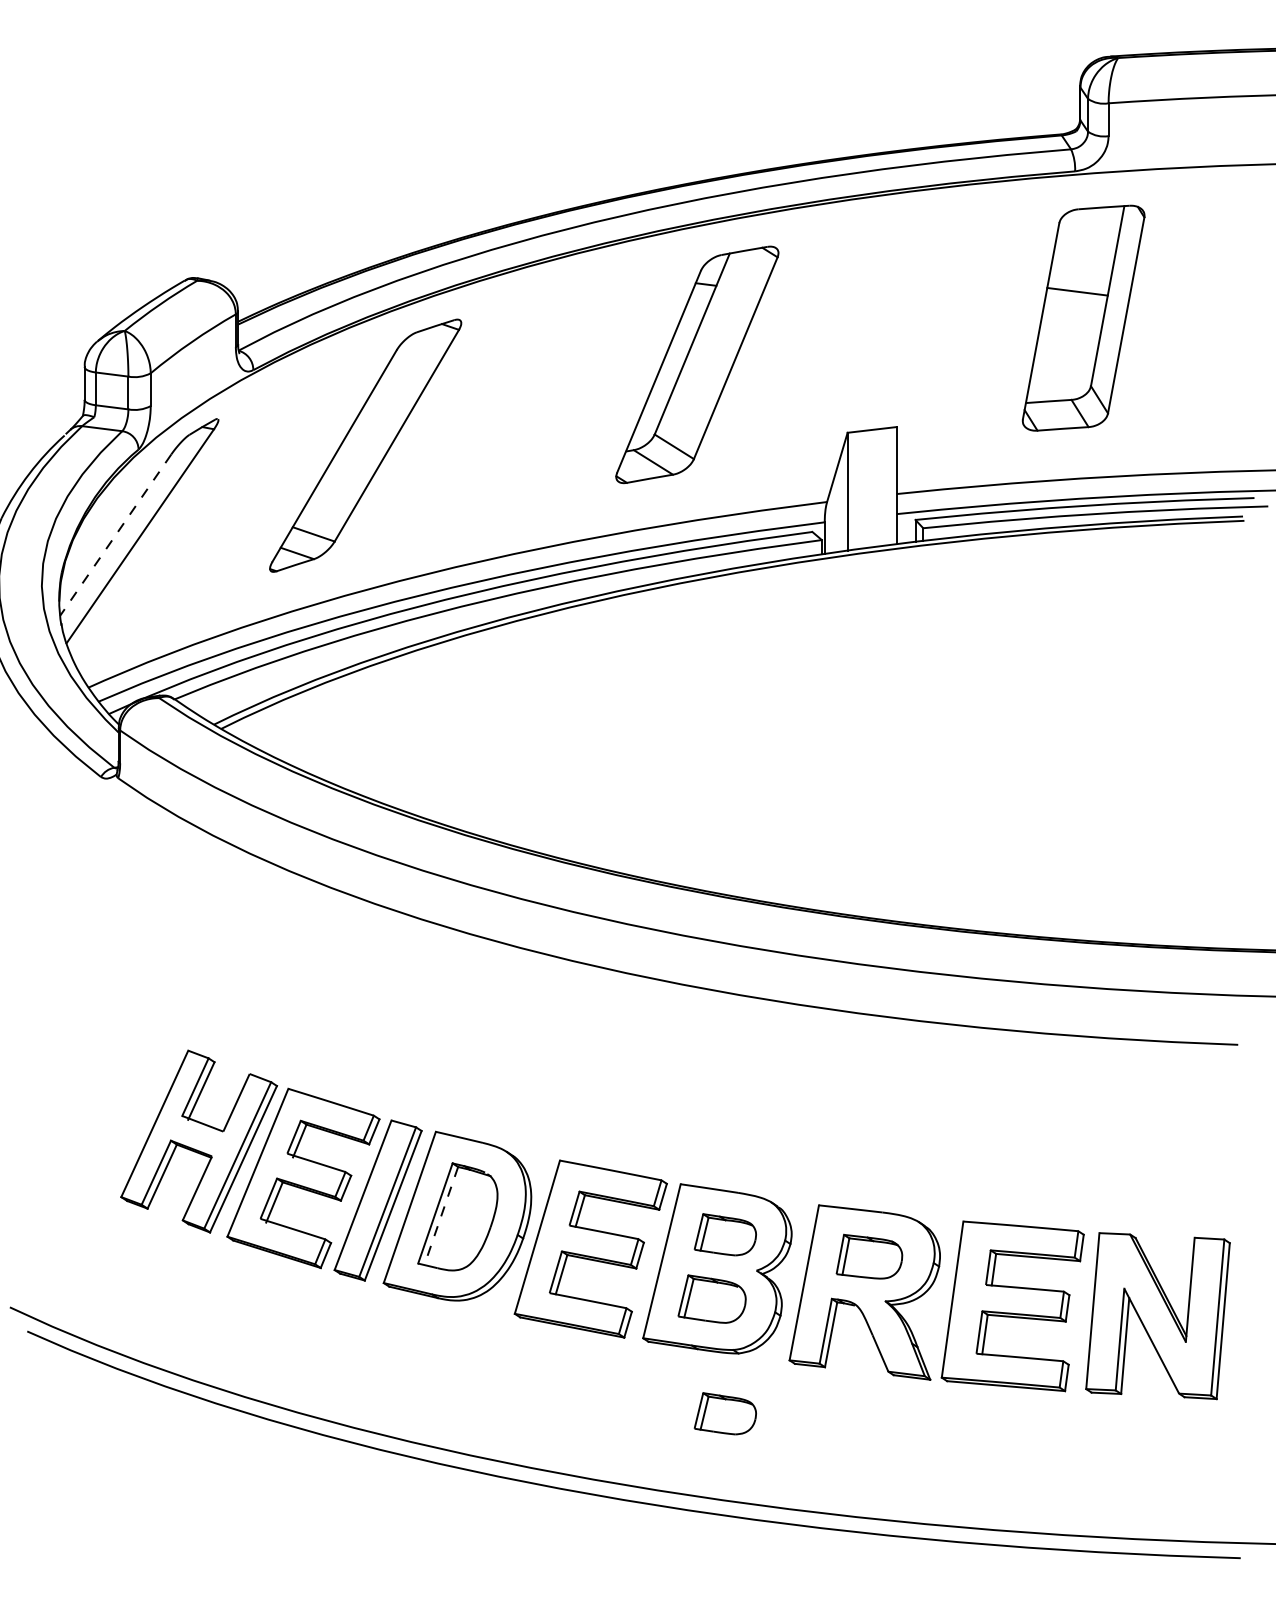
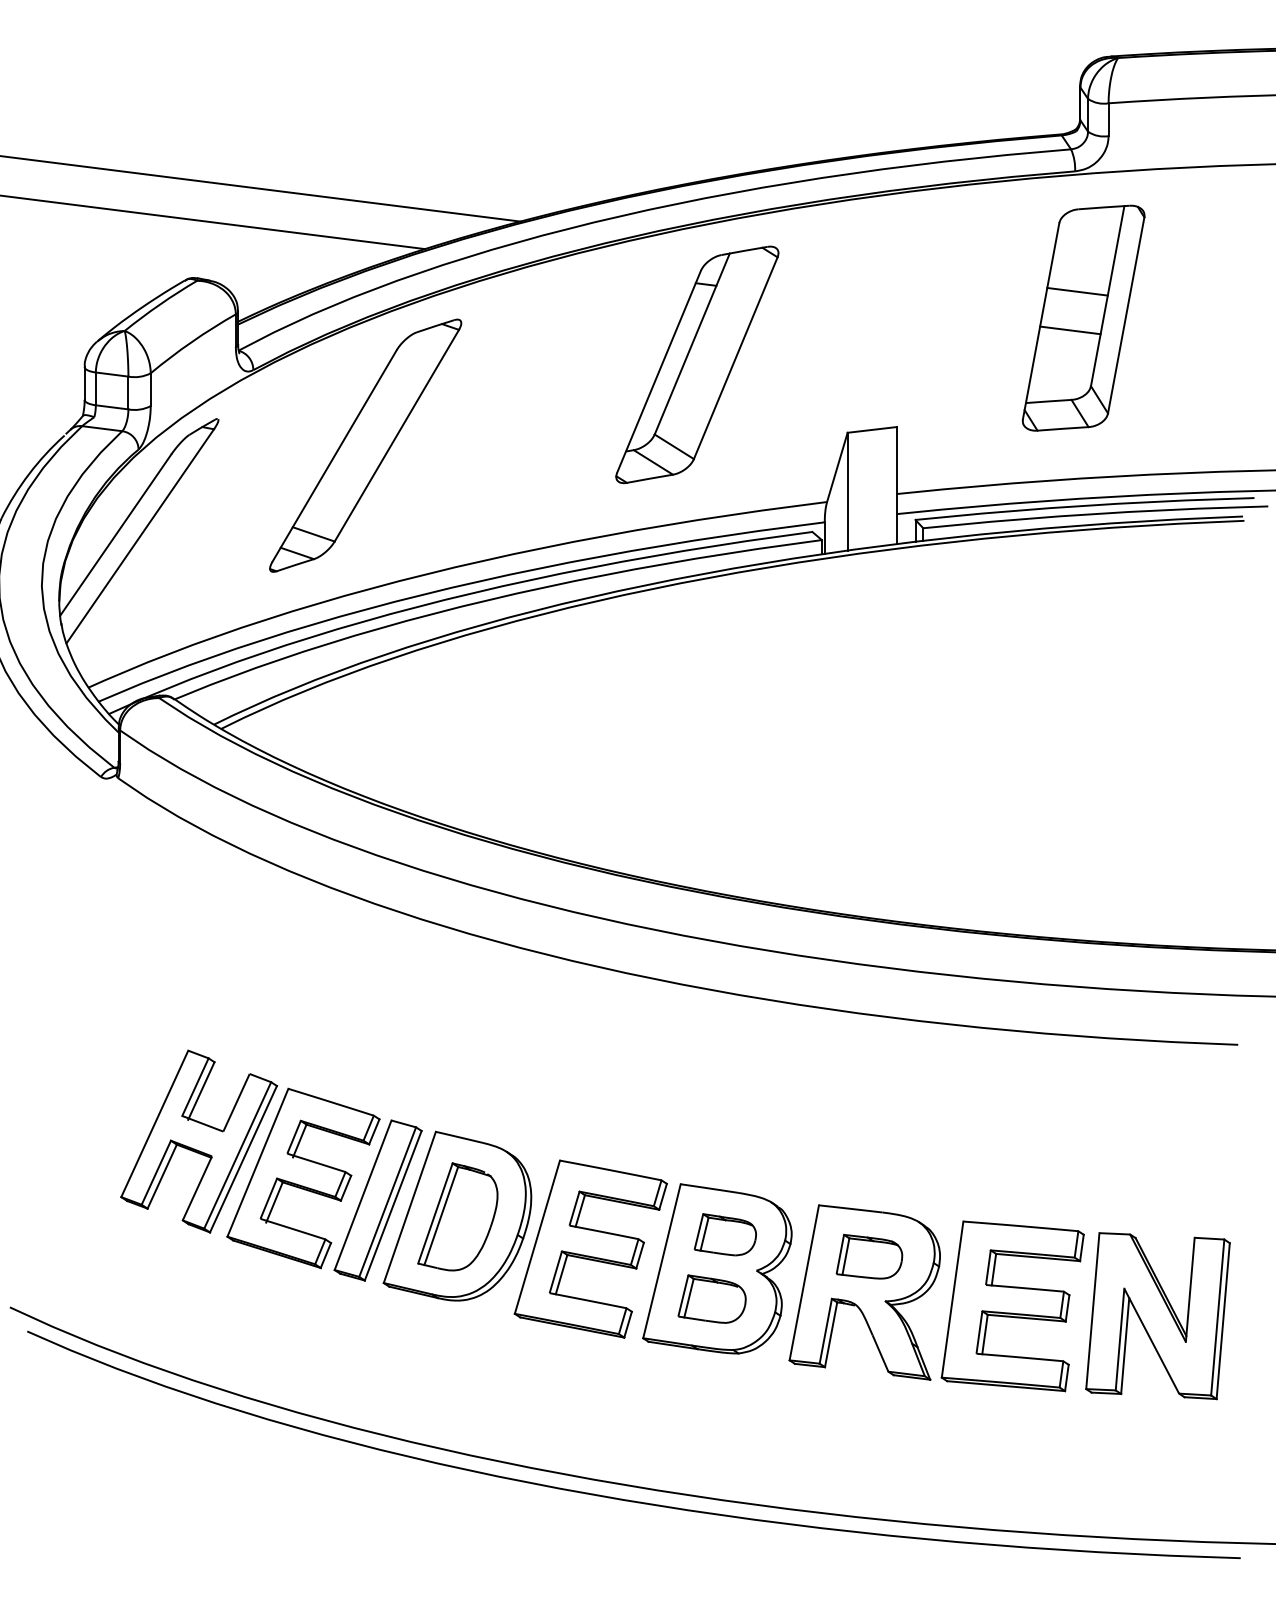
line at (261, 188): none -> present
line at (213, 222): none -> present
line at (1070, 330): none -> present
line at (115, 535): dashed -> solid
line at (441, 1216): dashed -> solid
part at (724, 1413): present -> none
